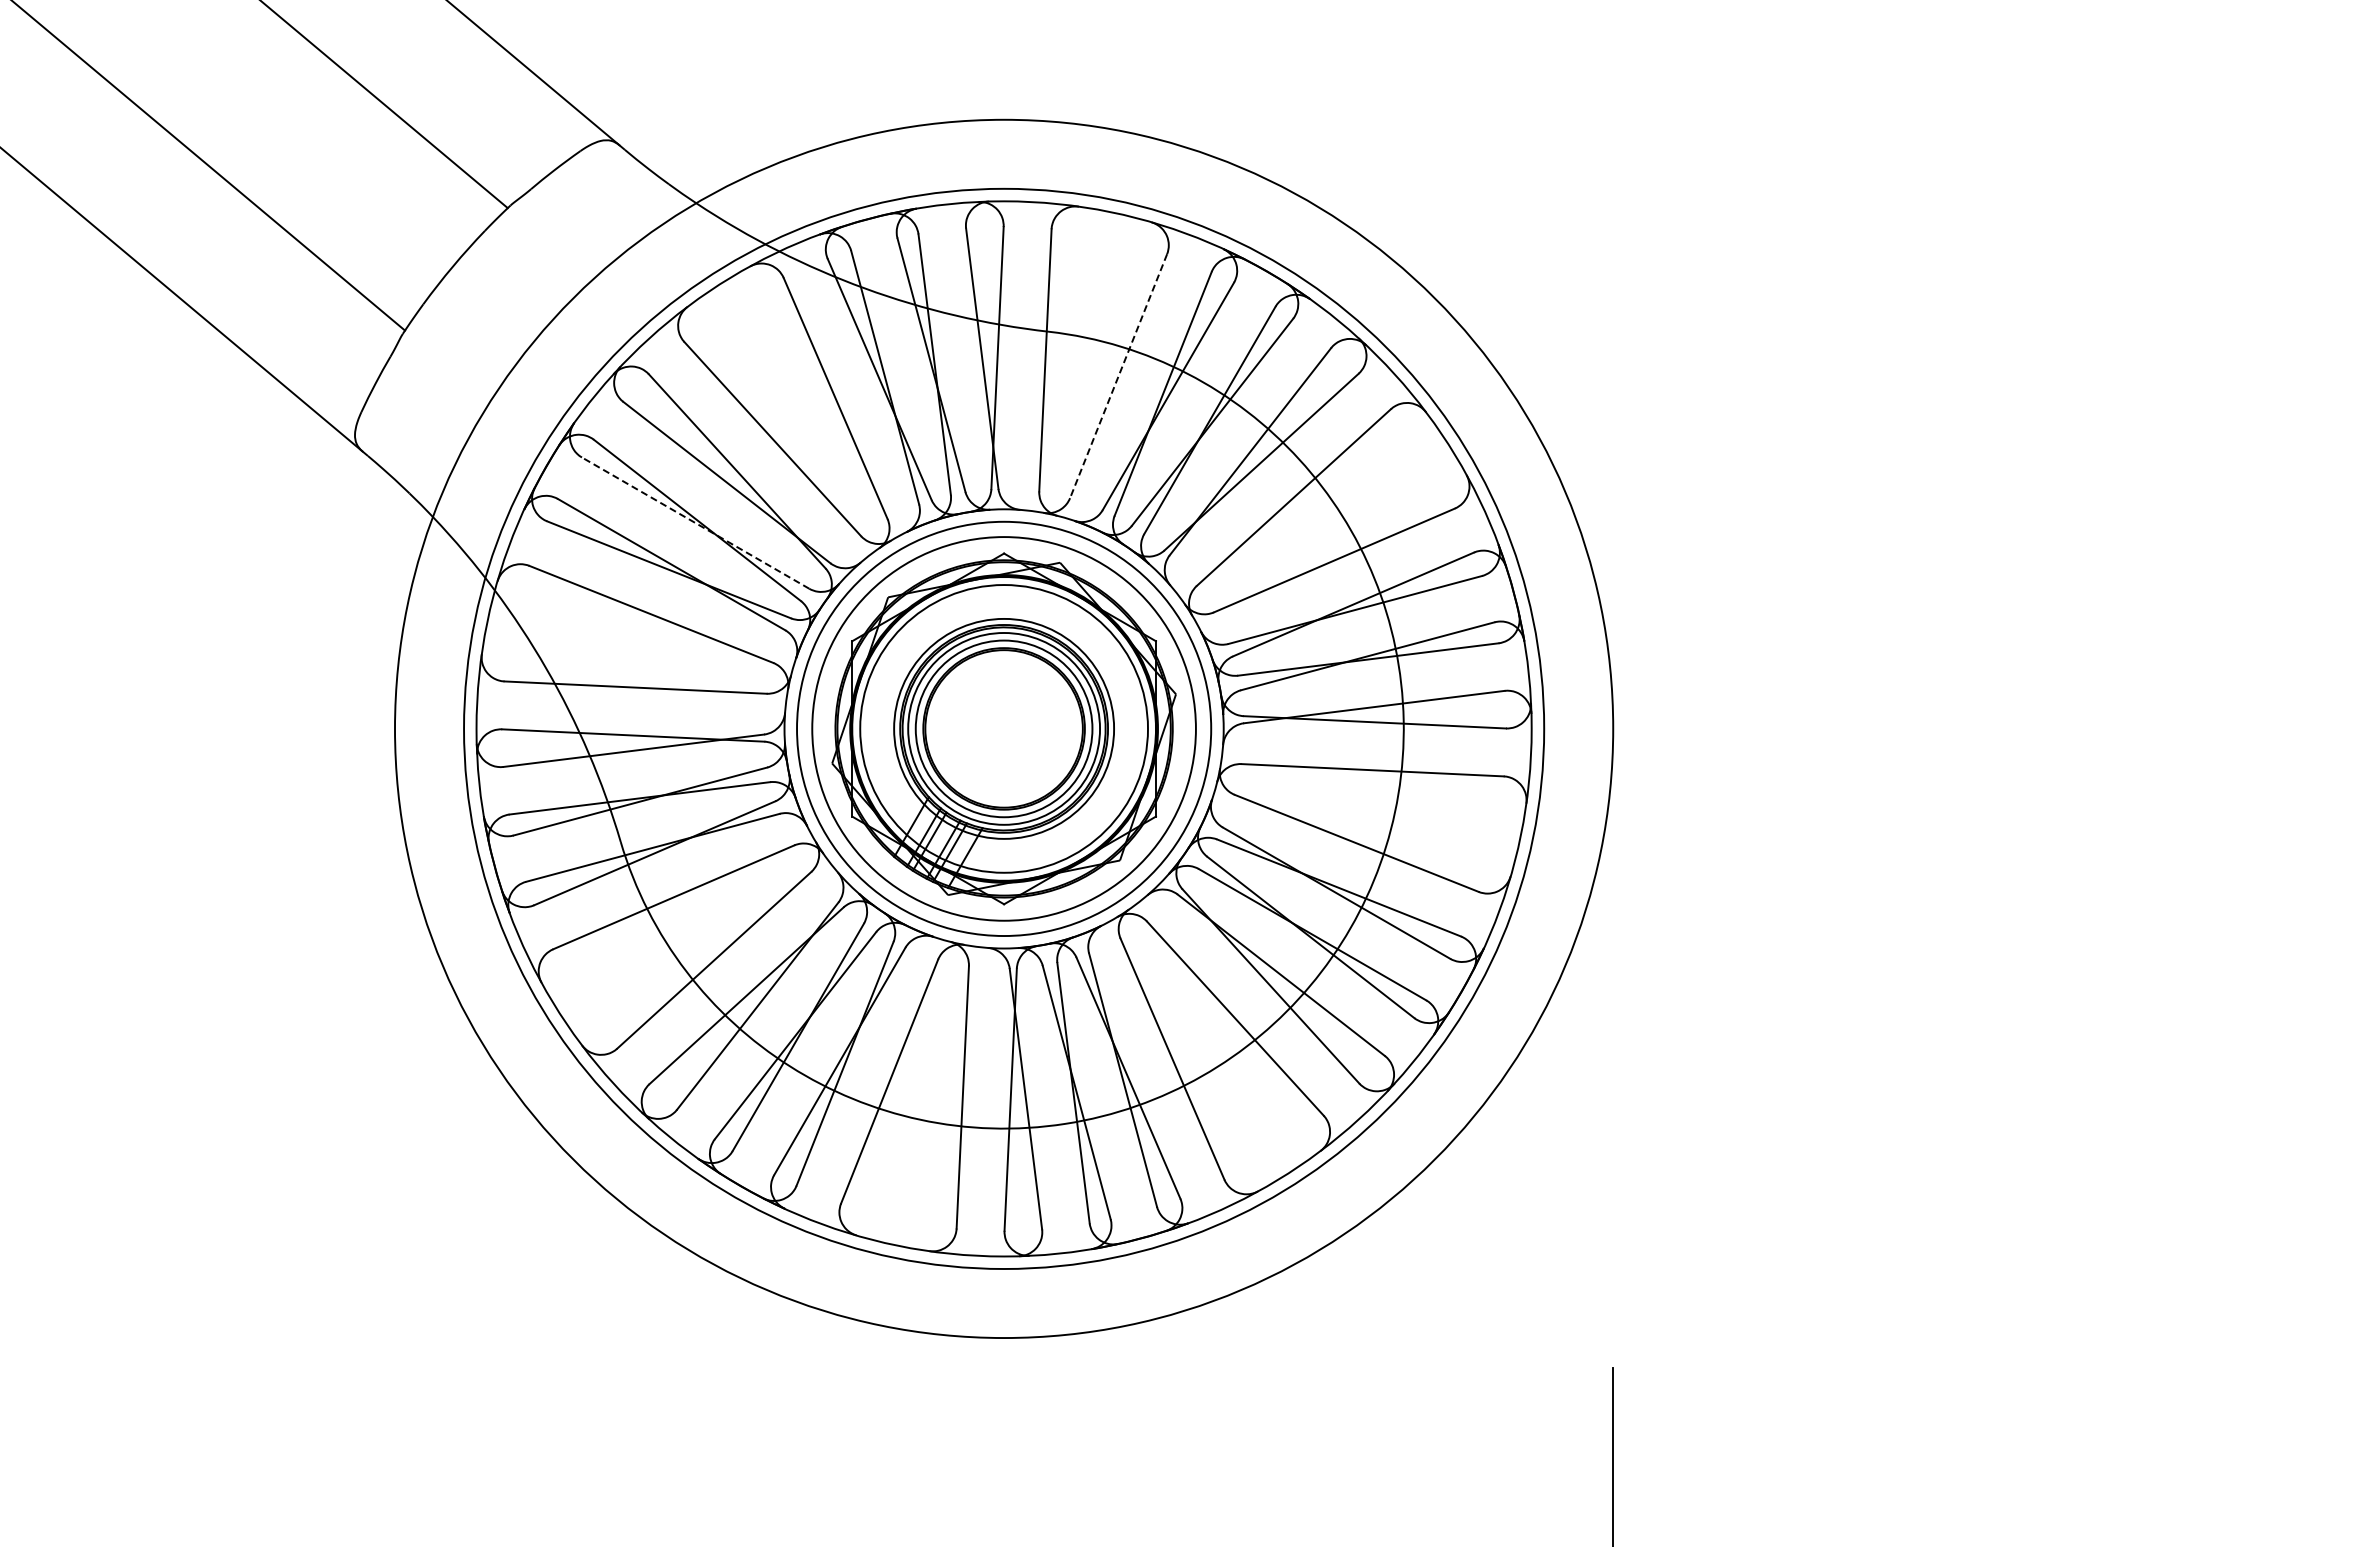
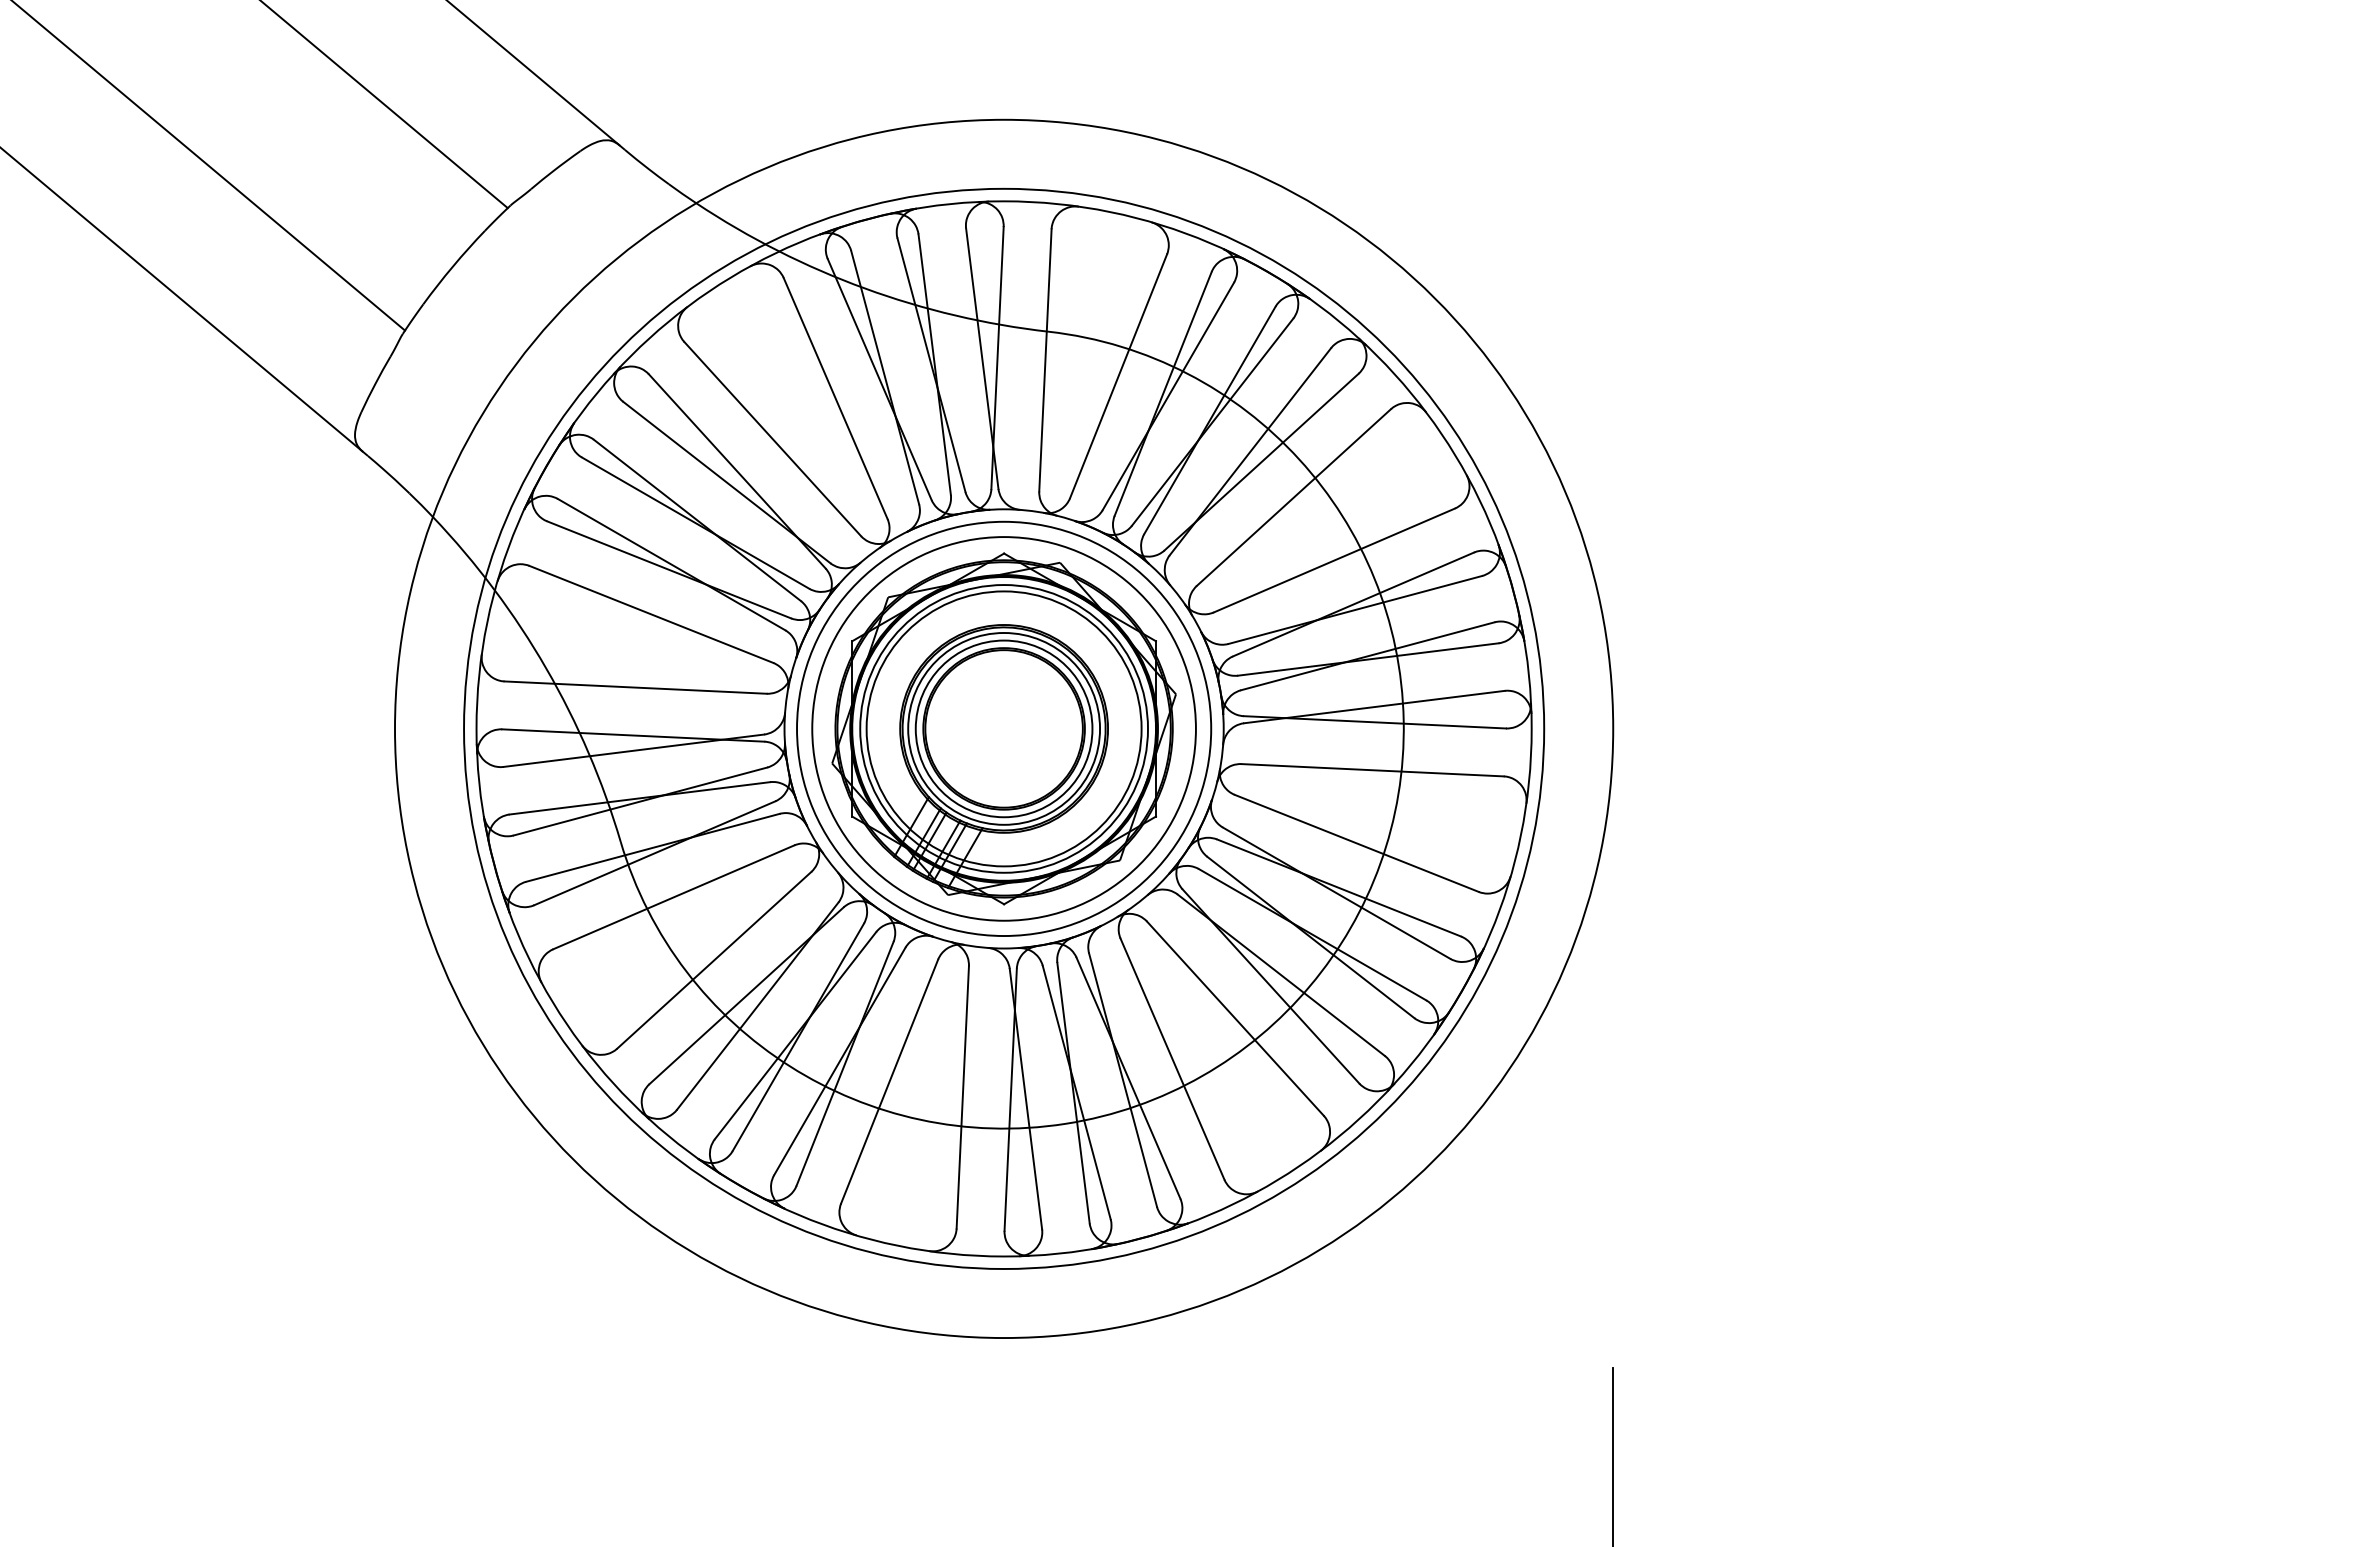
line at (1118, 376): dashed -> solid
line at (695, 522): dashed -> solid
circle at (1004, 728) diameter: 220 px -> 275 px
